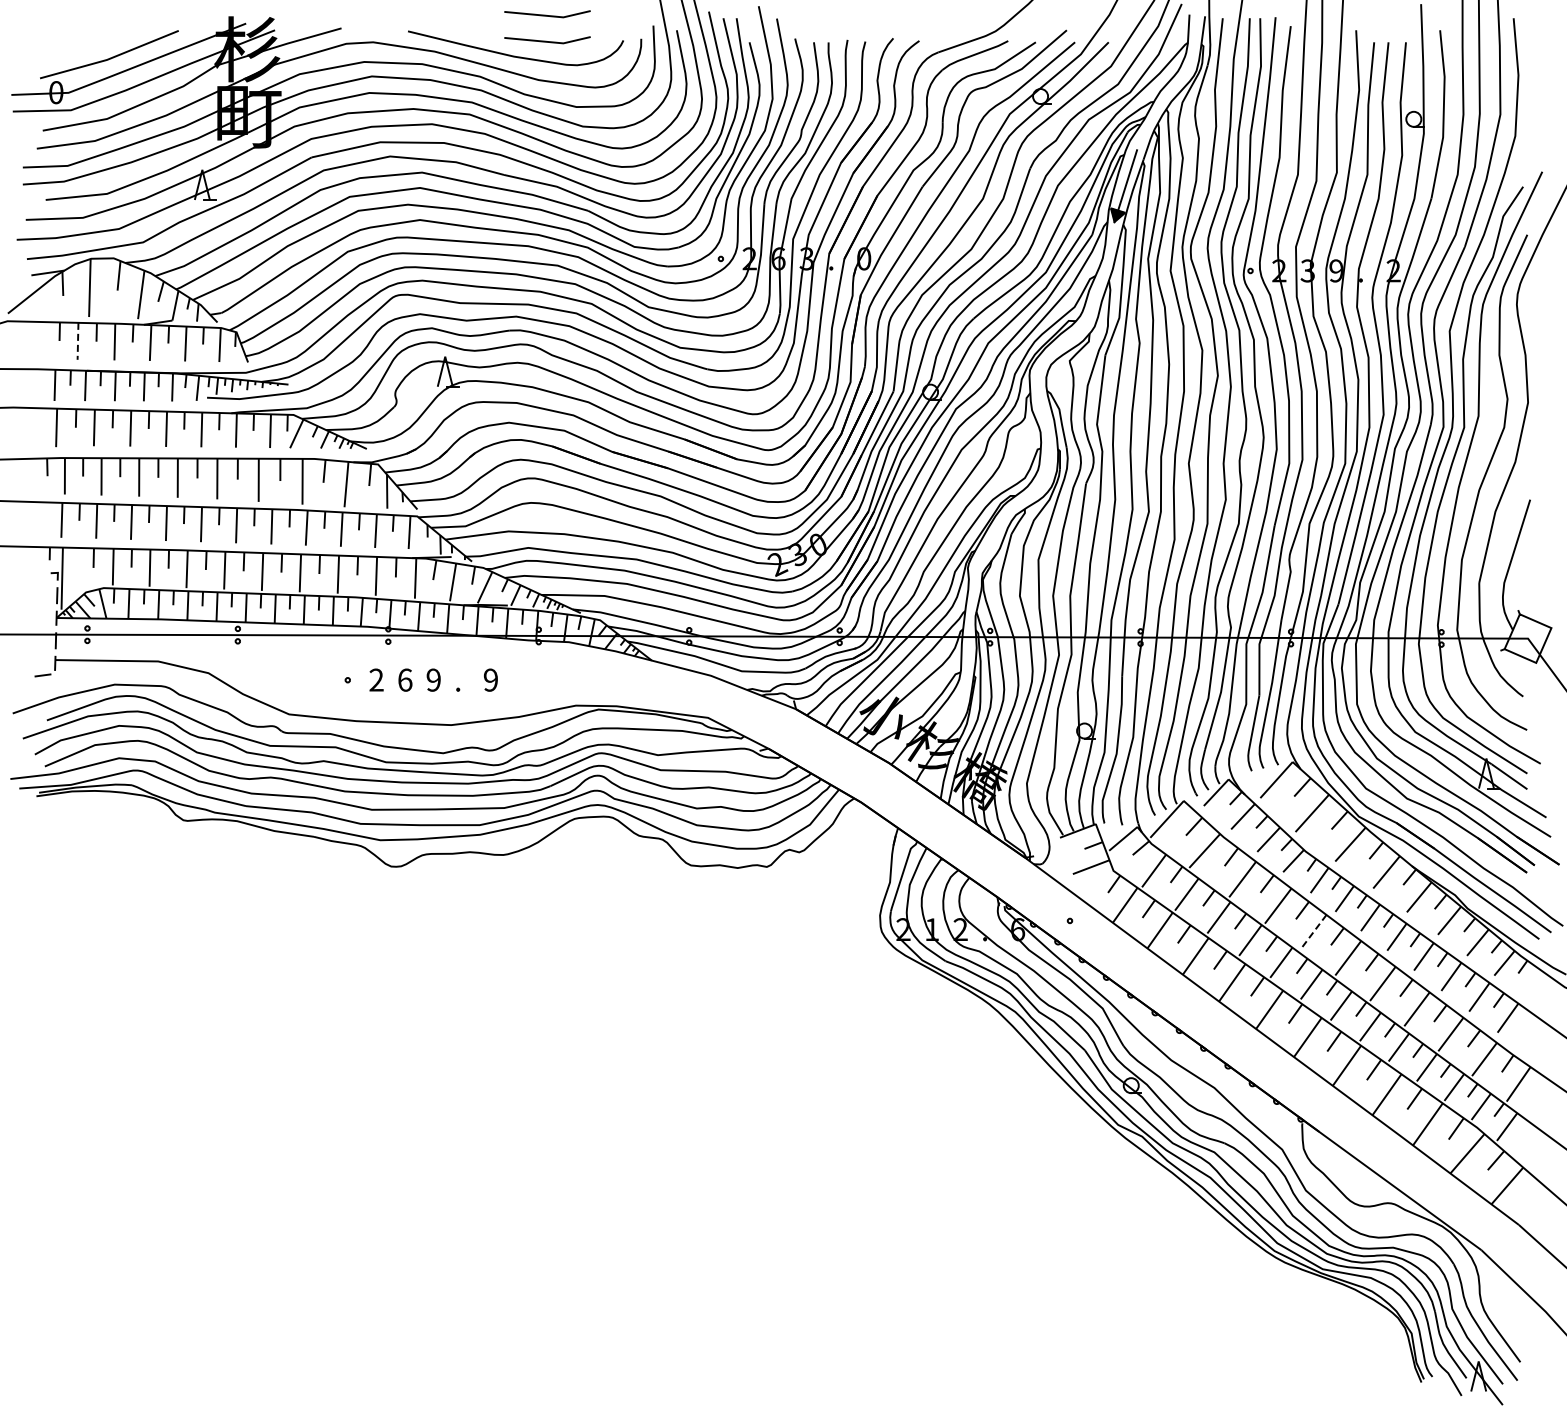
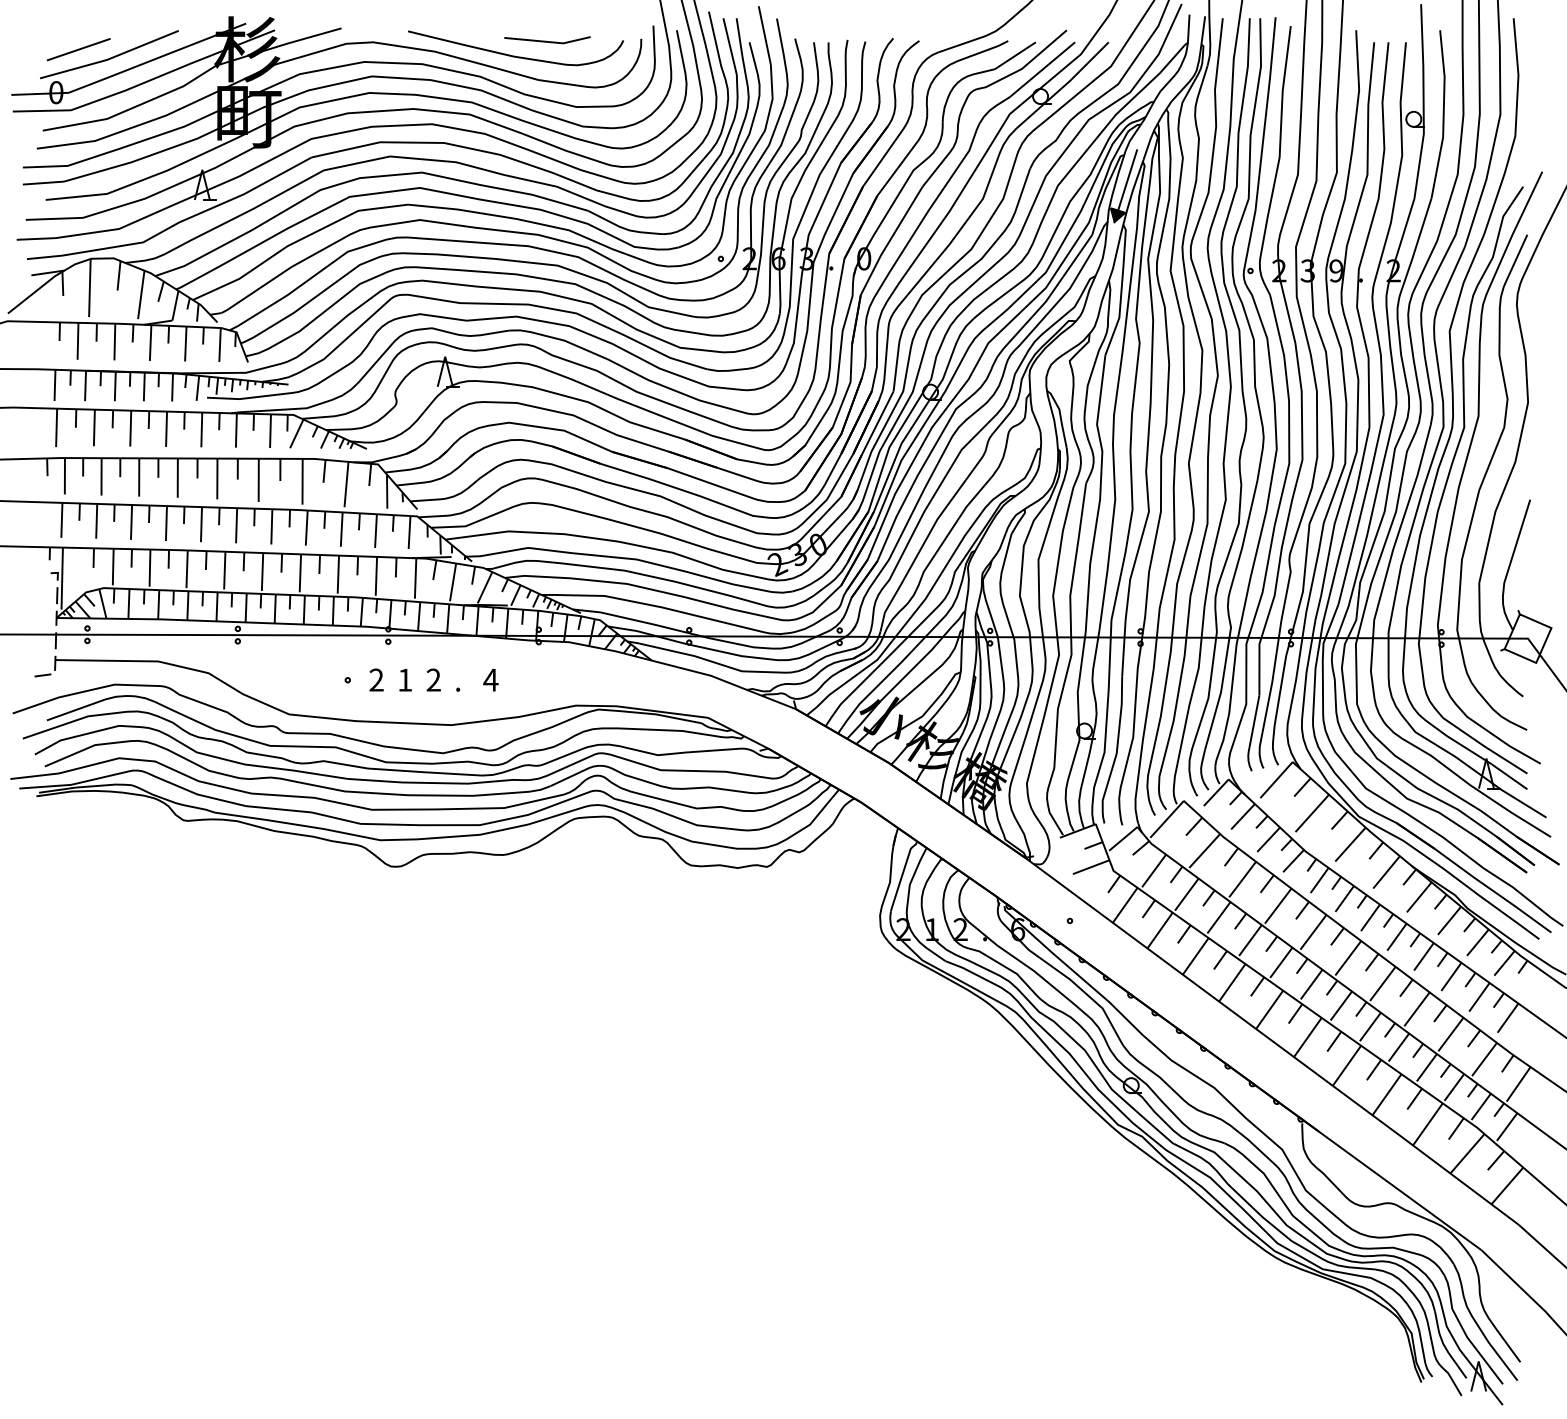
line at (546, 14): present -> none
line at (78, 49): none -> present
line at (78, 341): dashed -> solid
text at (405, 679): 6 -> 1
text at (490, 679): 9 -> 4
text at (433, 680): 9 -> 2
line at (1313, 932): dashed -> solid
